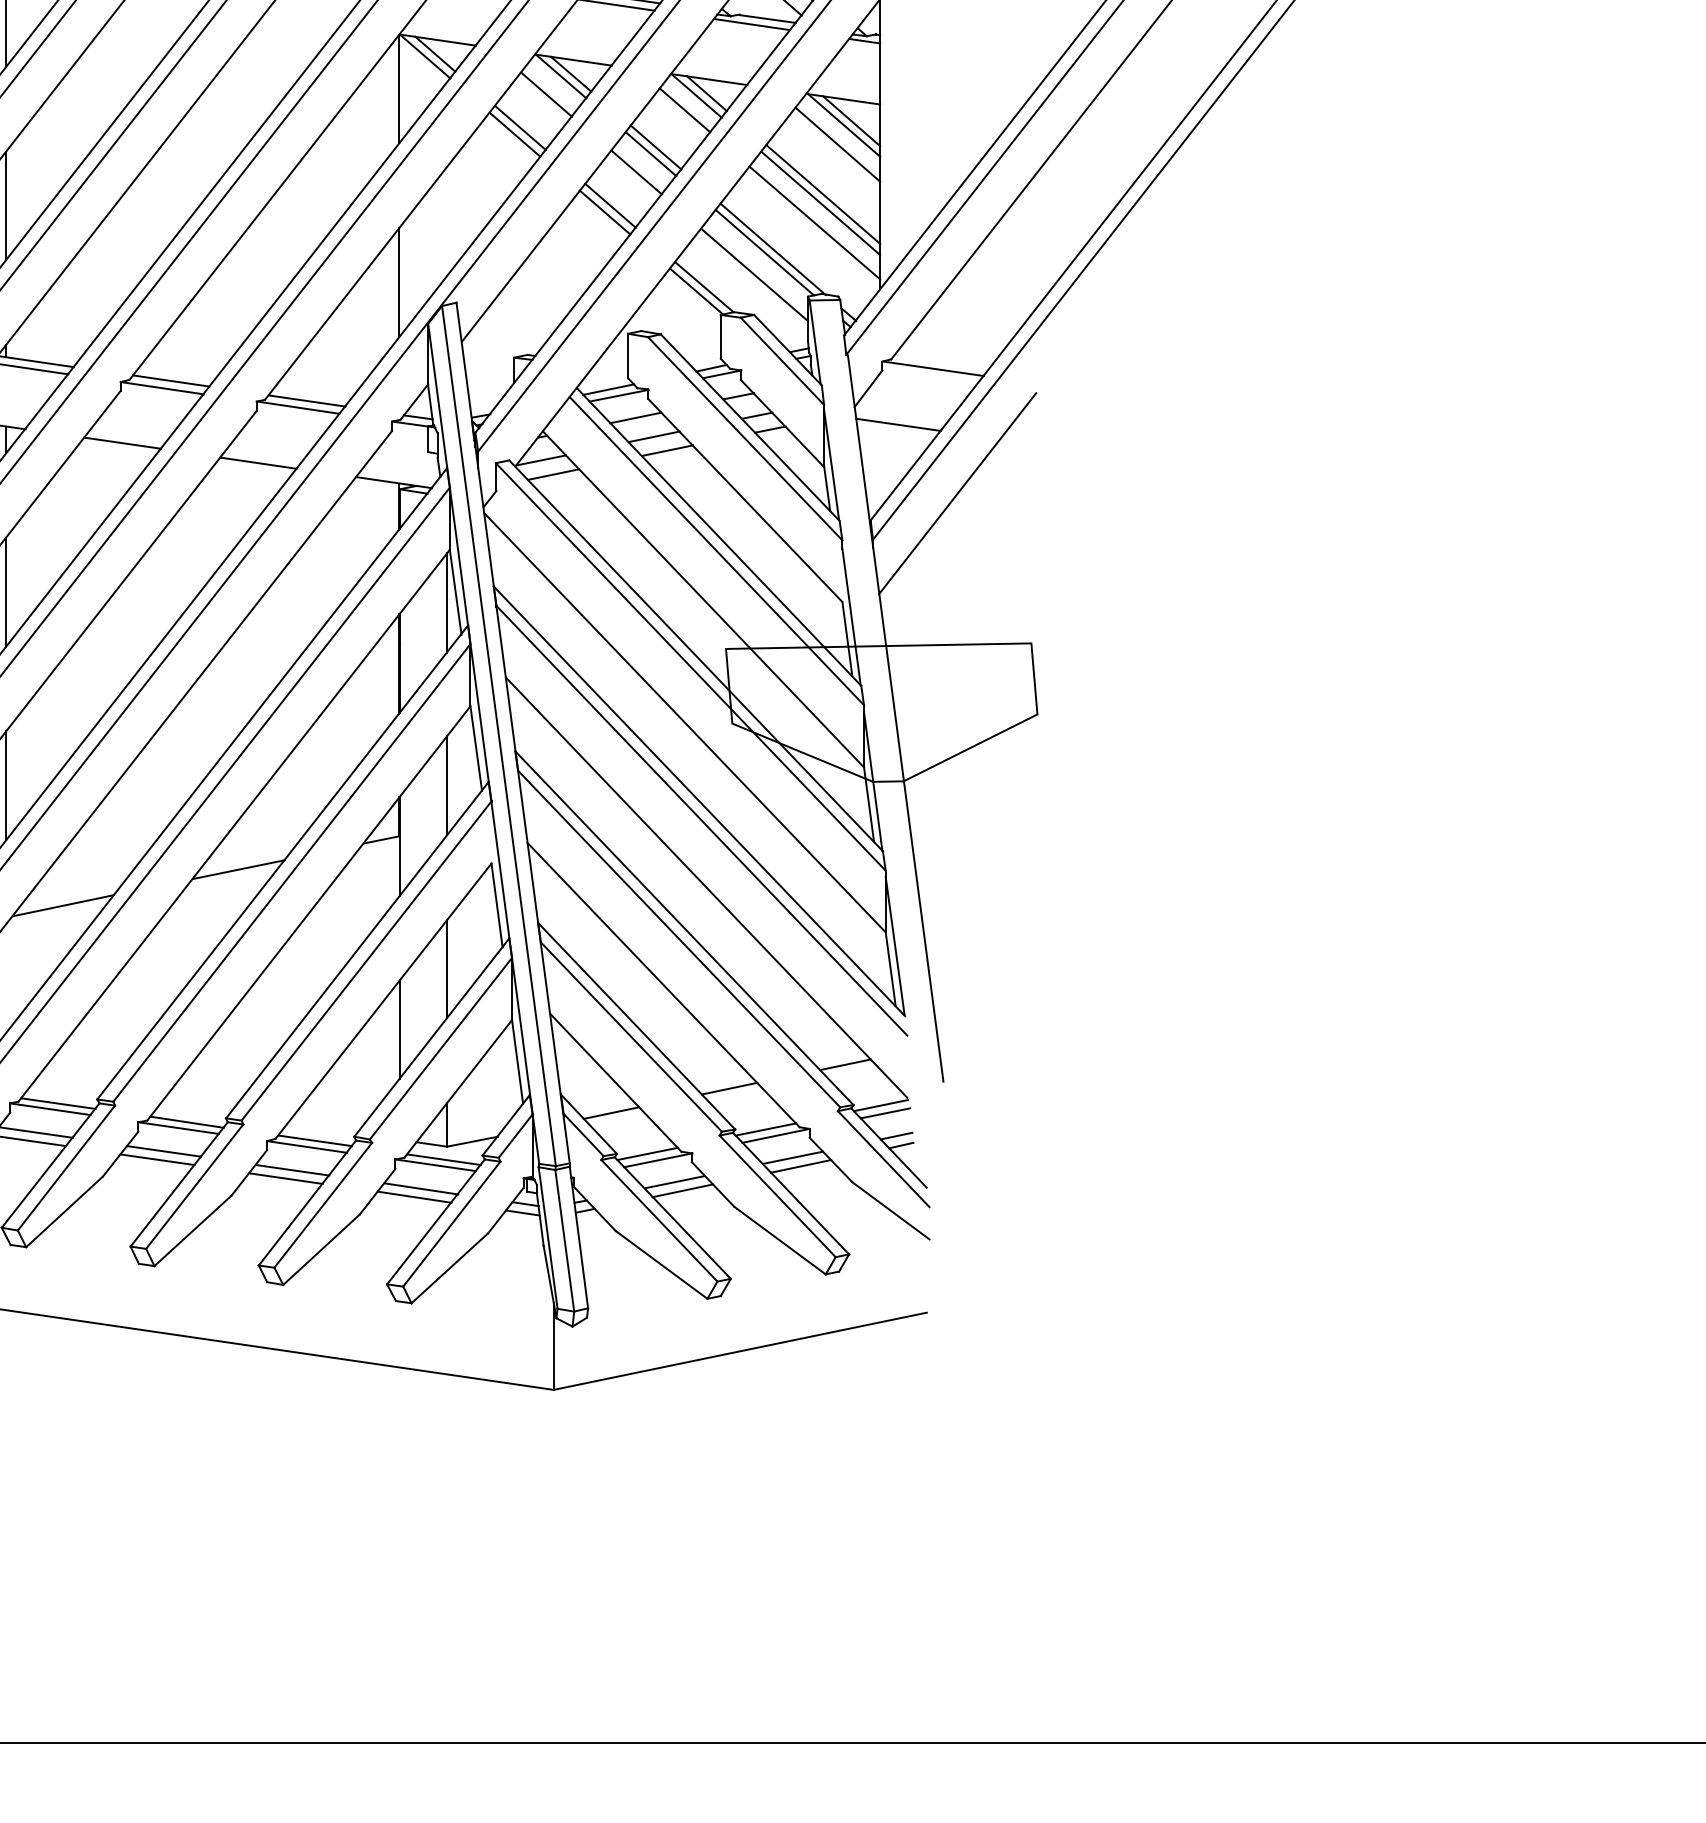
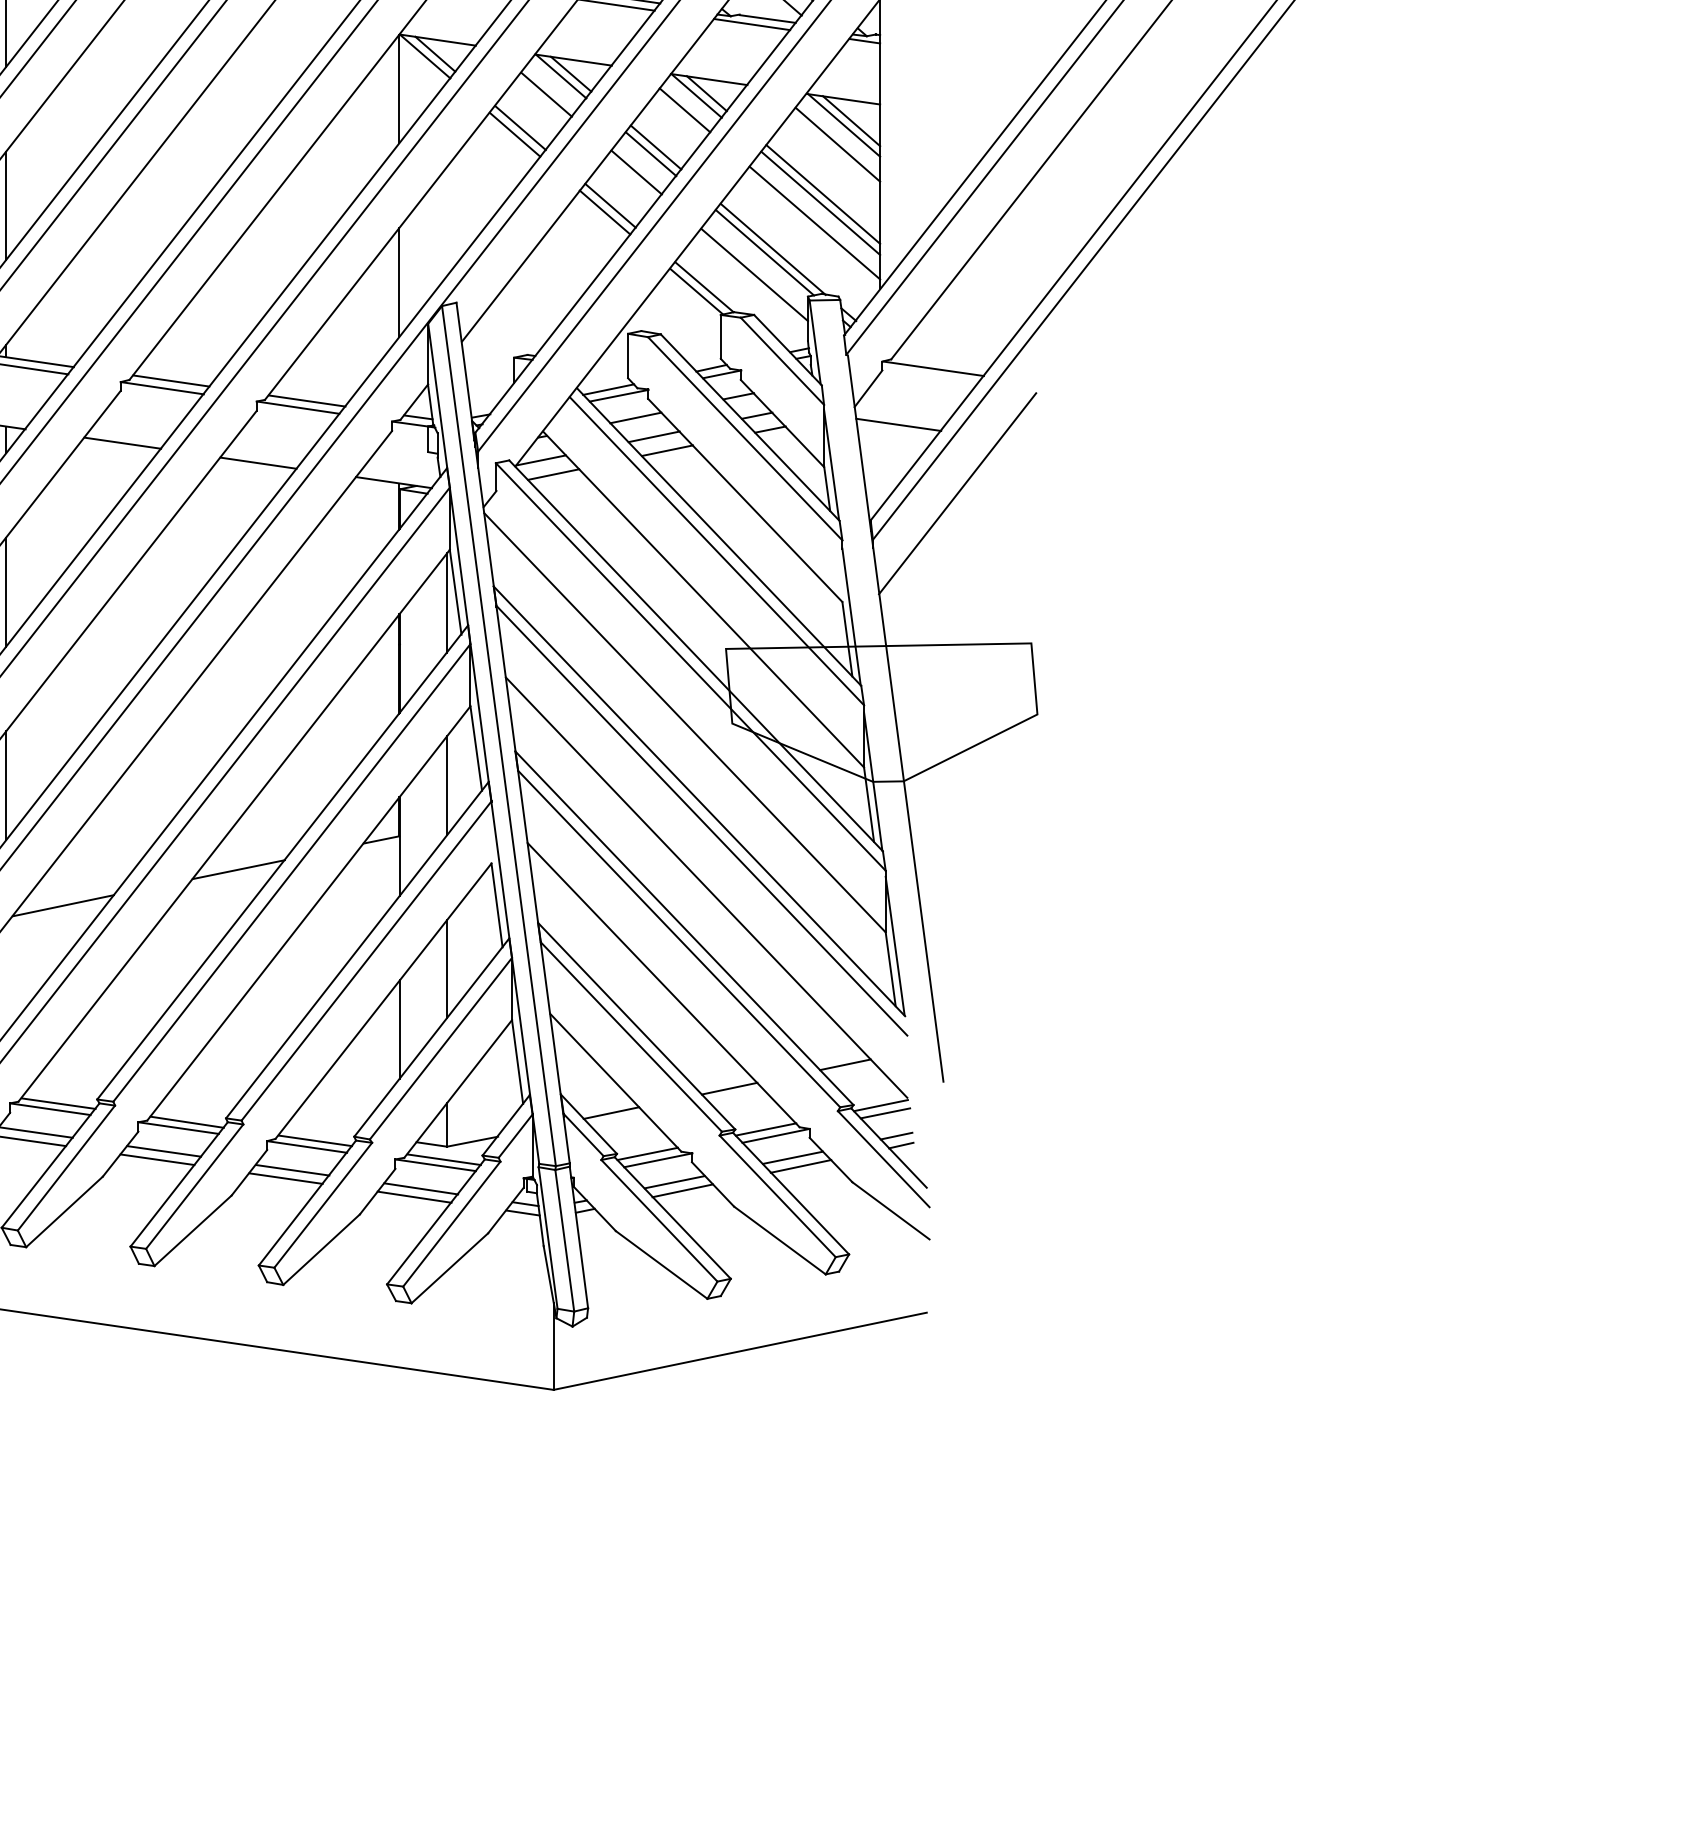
line at (852, 1743): present -> none
